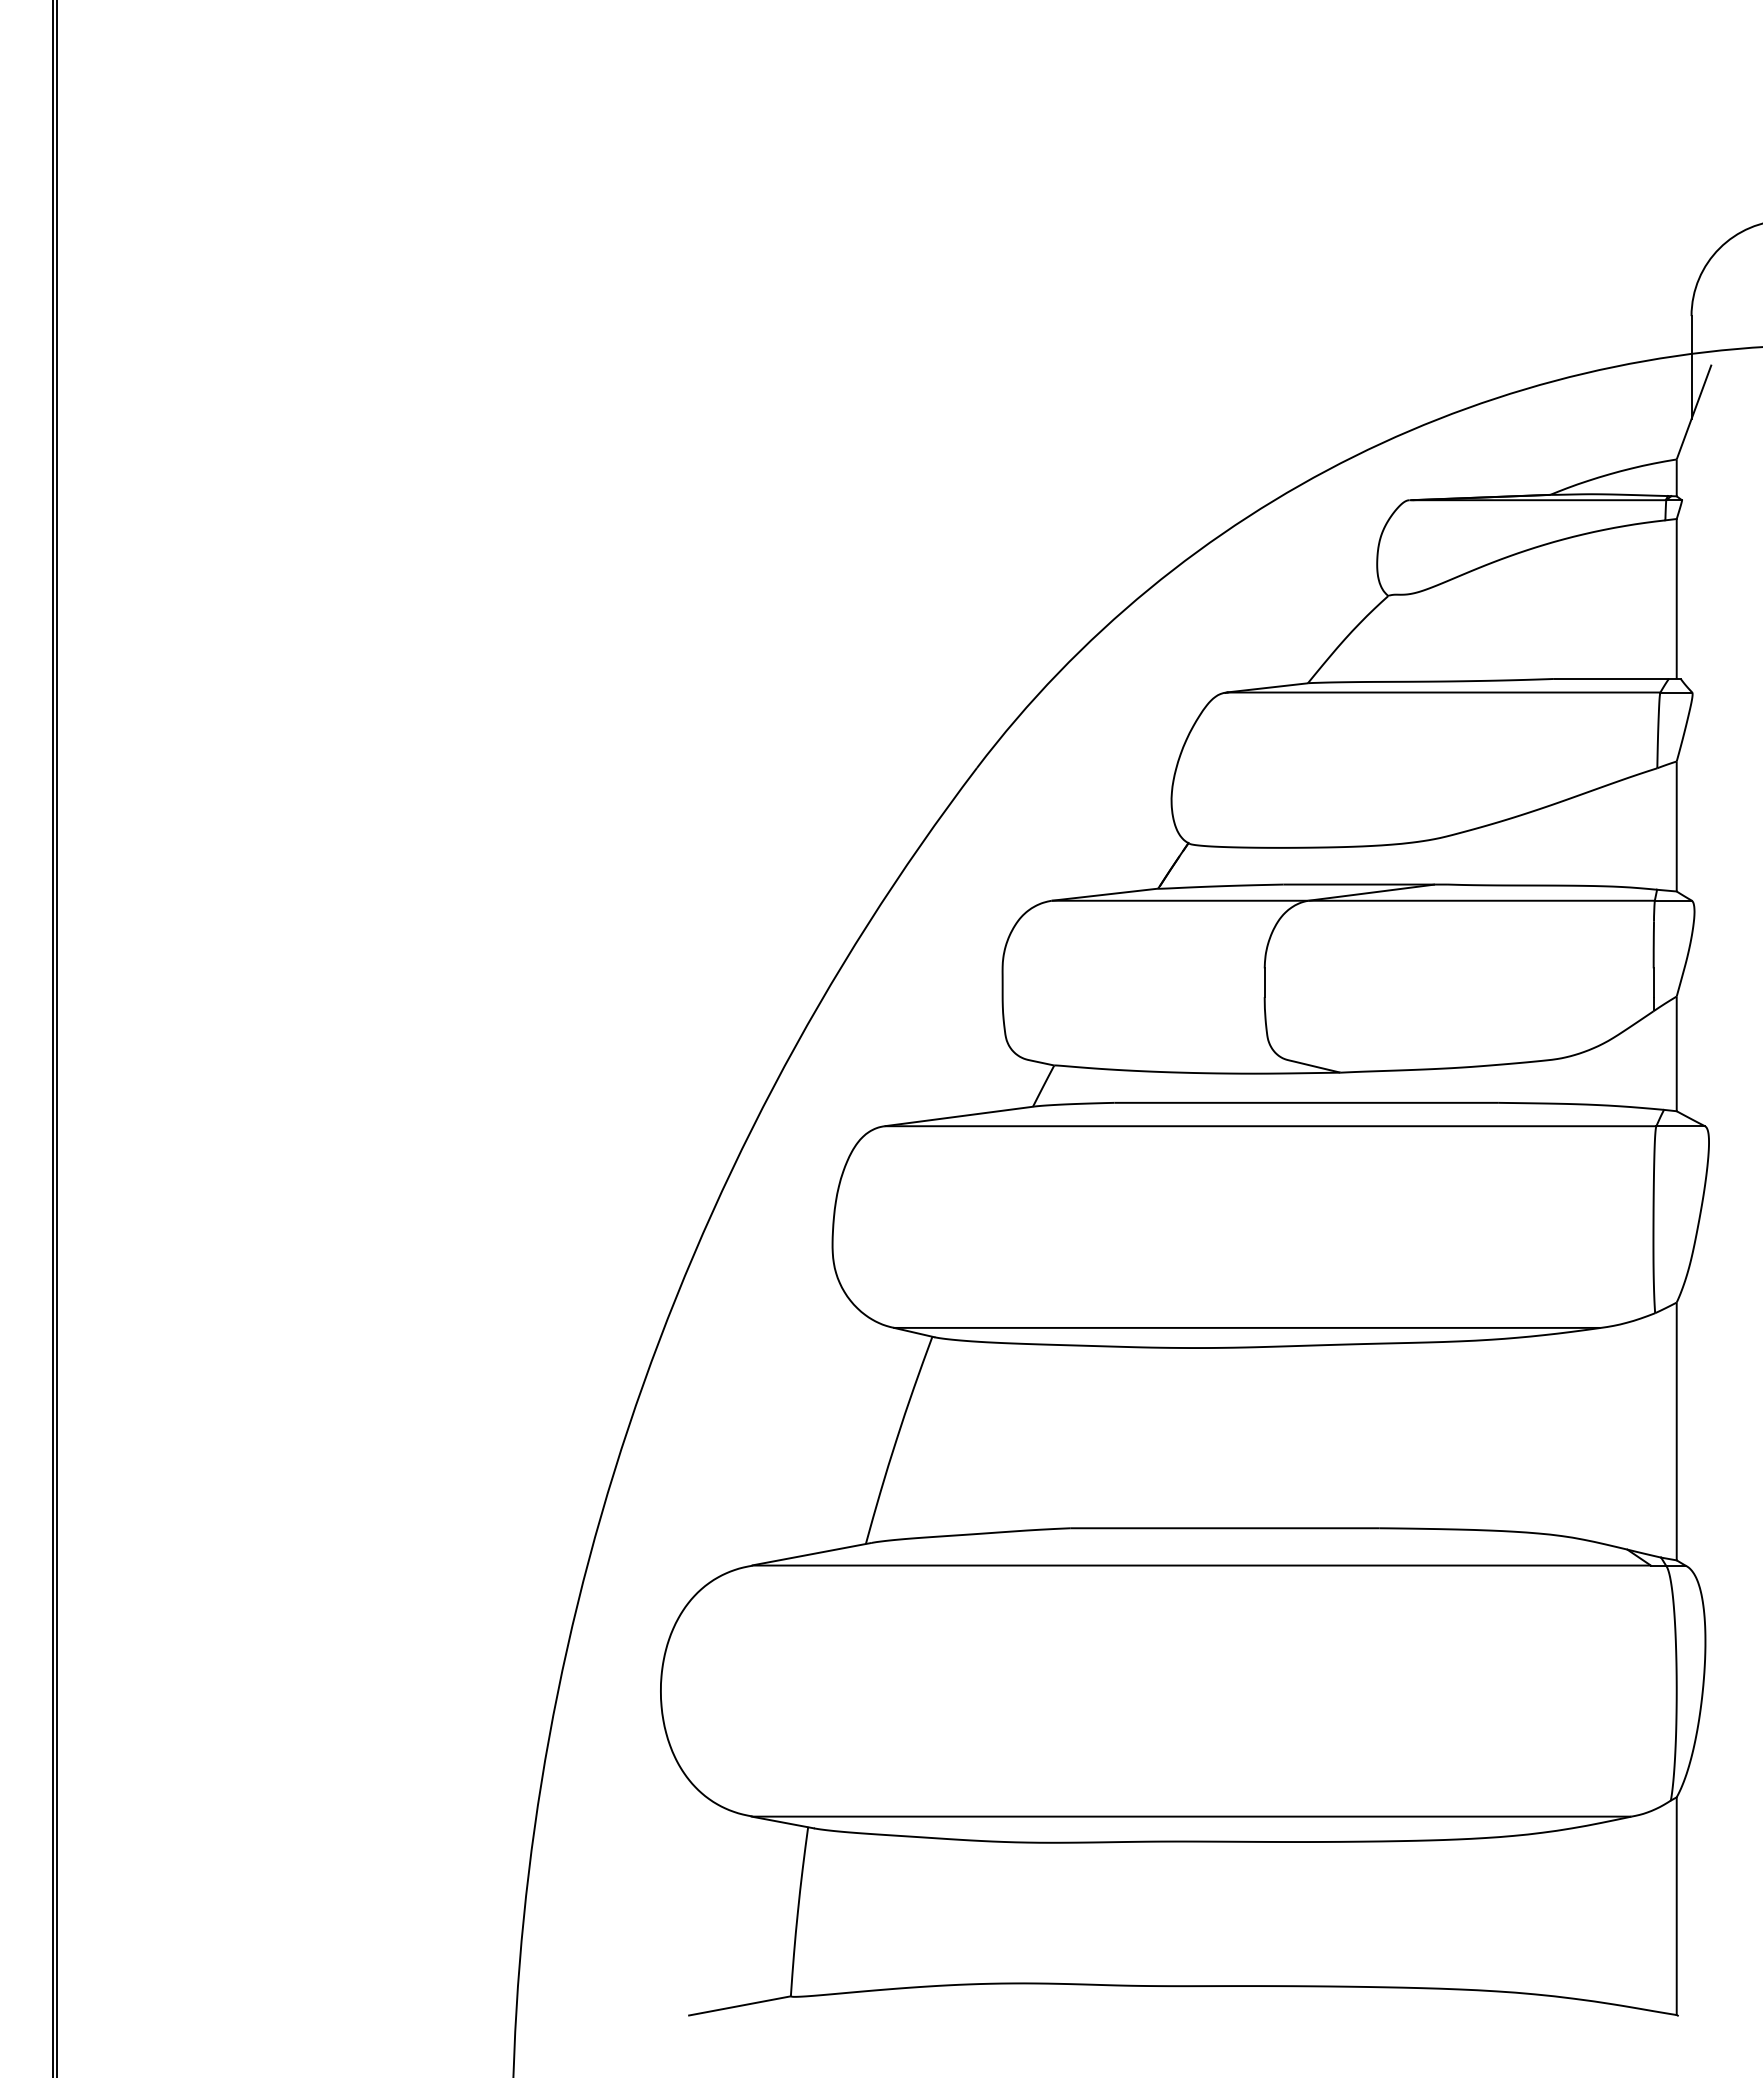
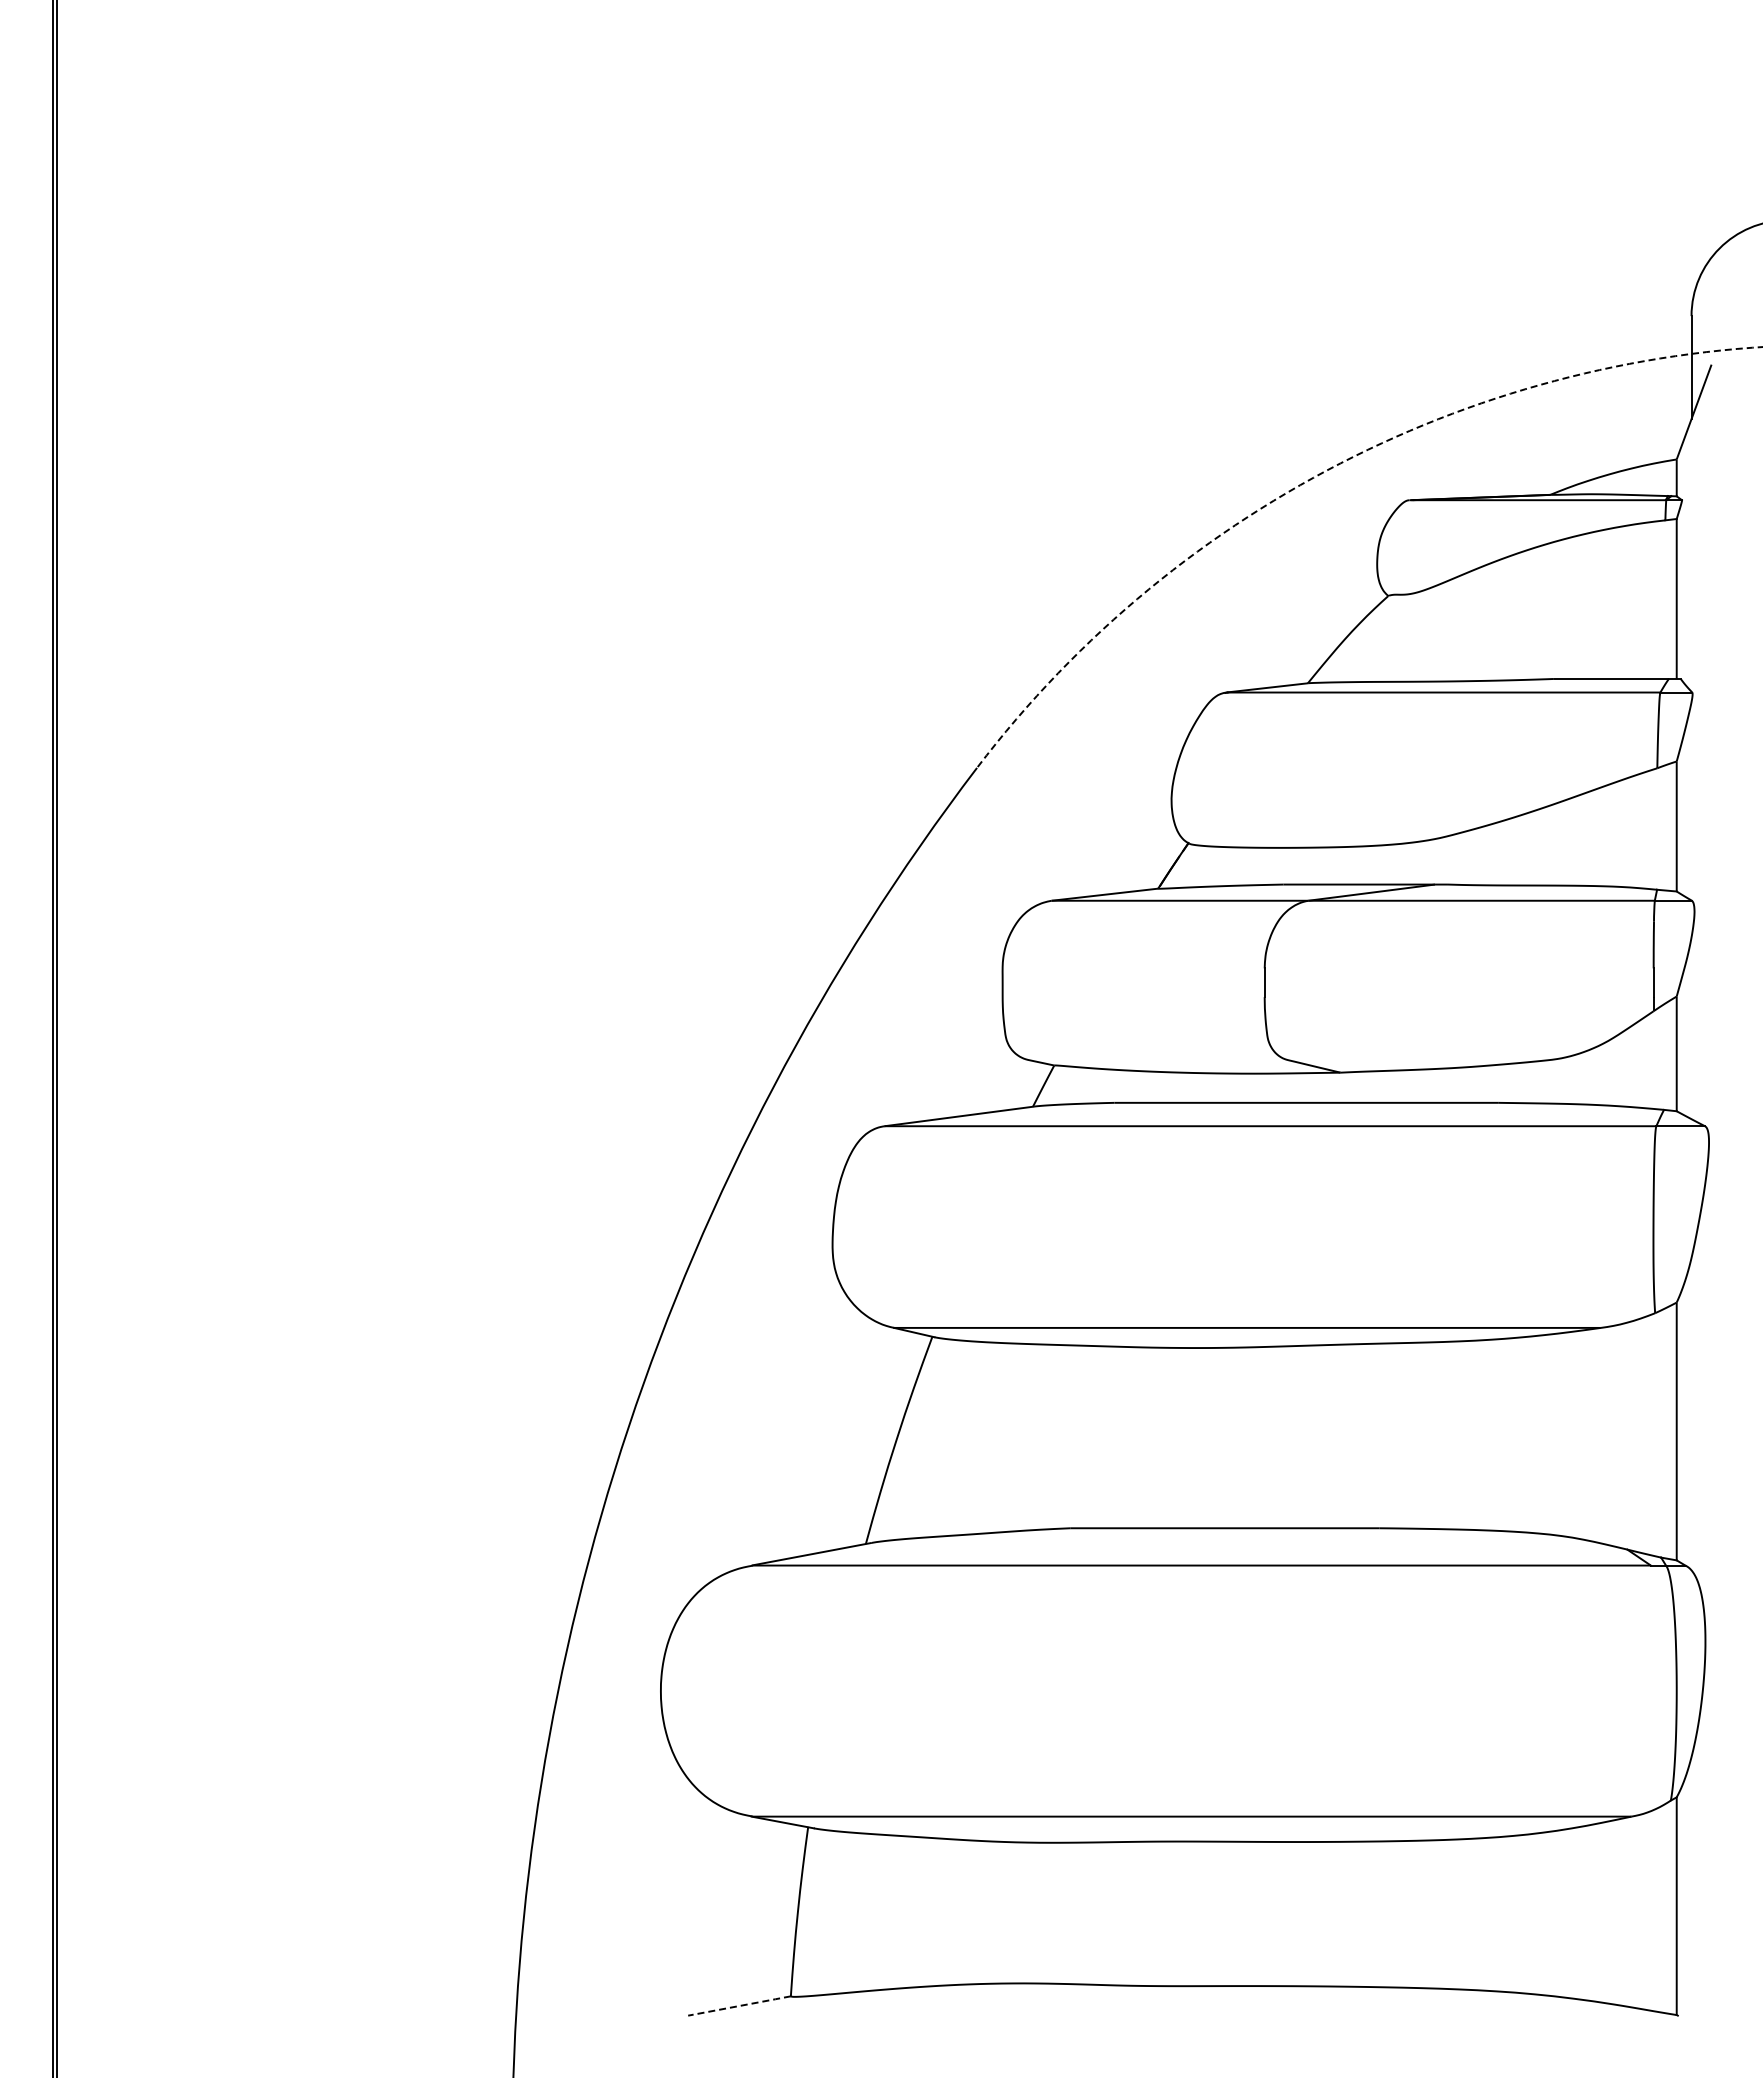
arc at (1323, 472): solid -> dashed
line at (740, 2005): solid -> dashed
